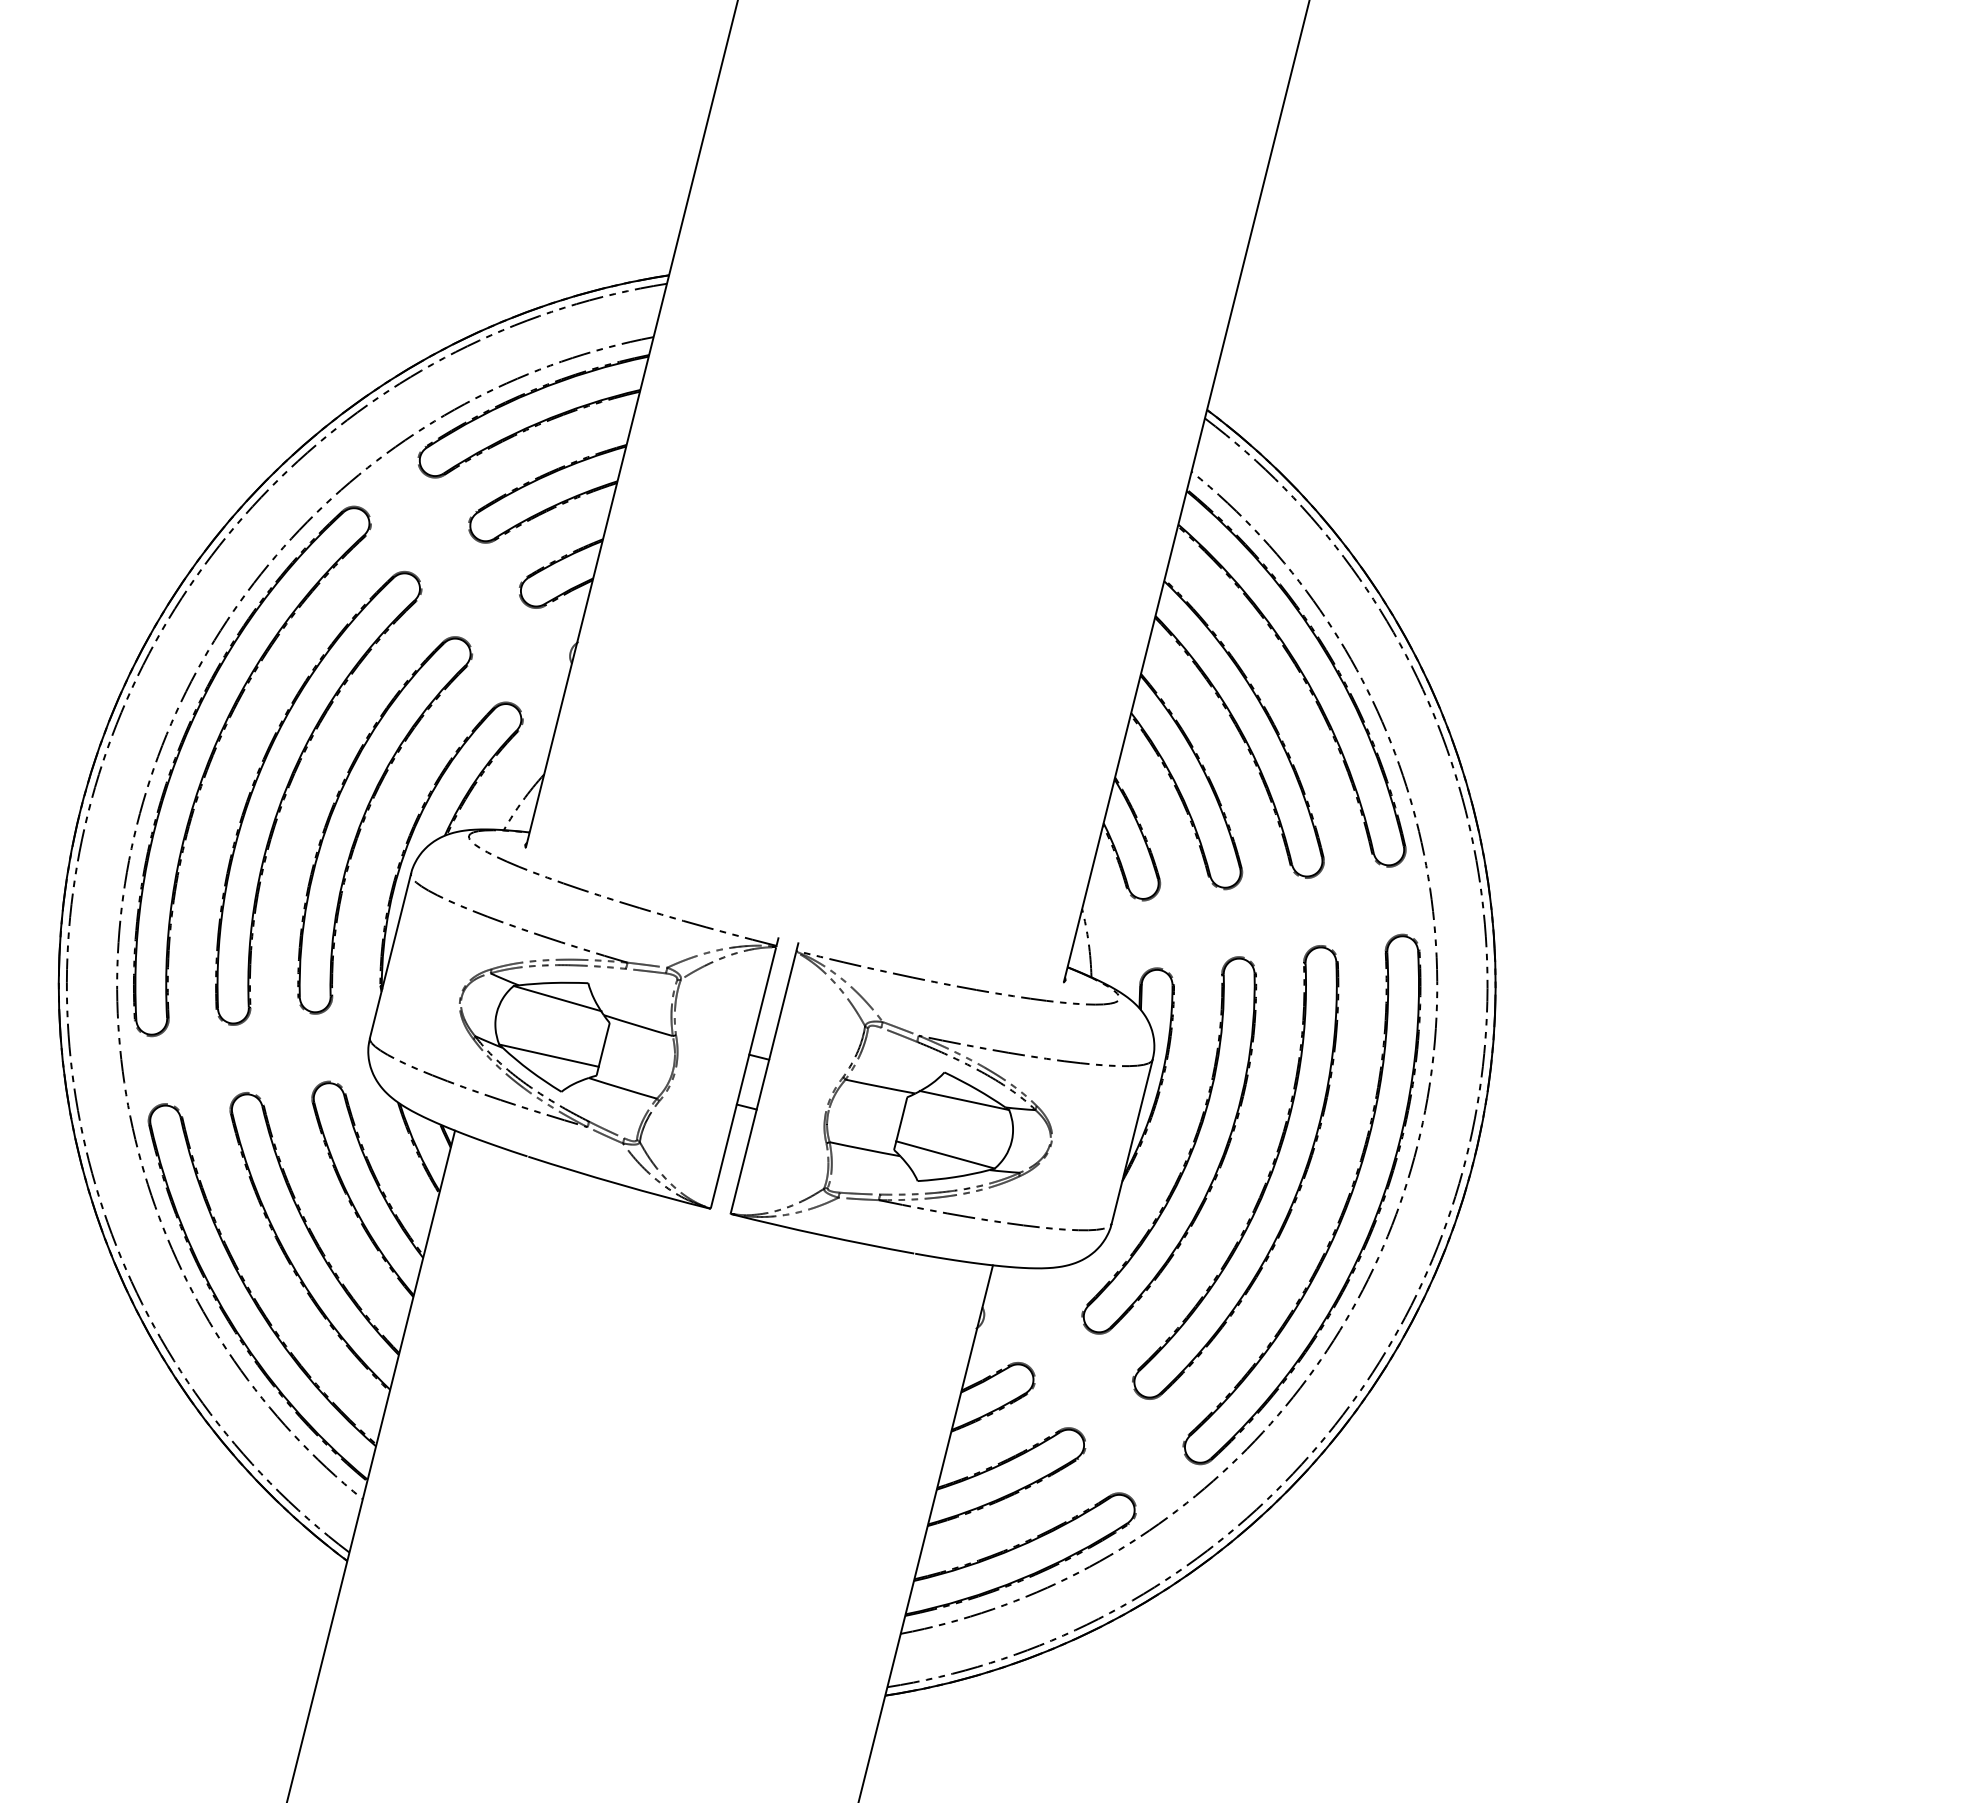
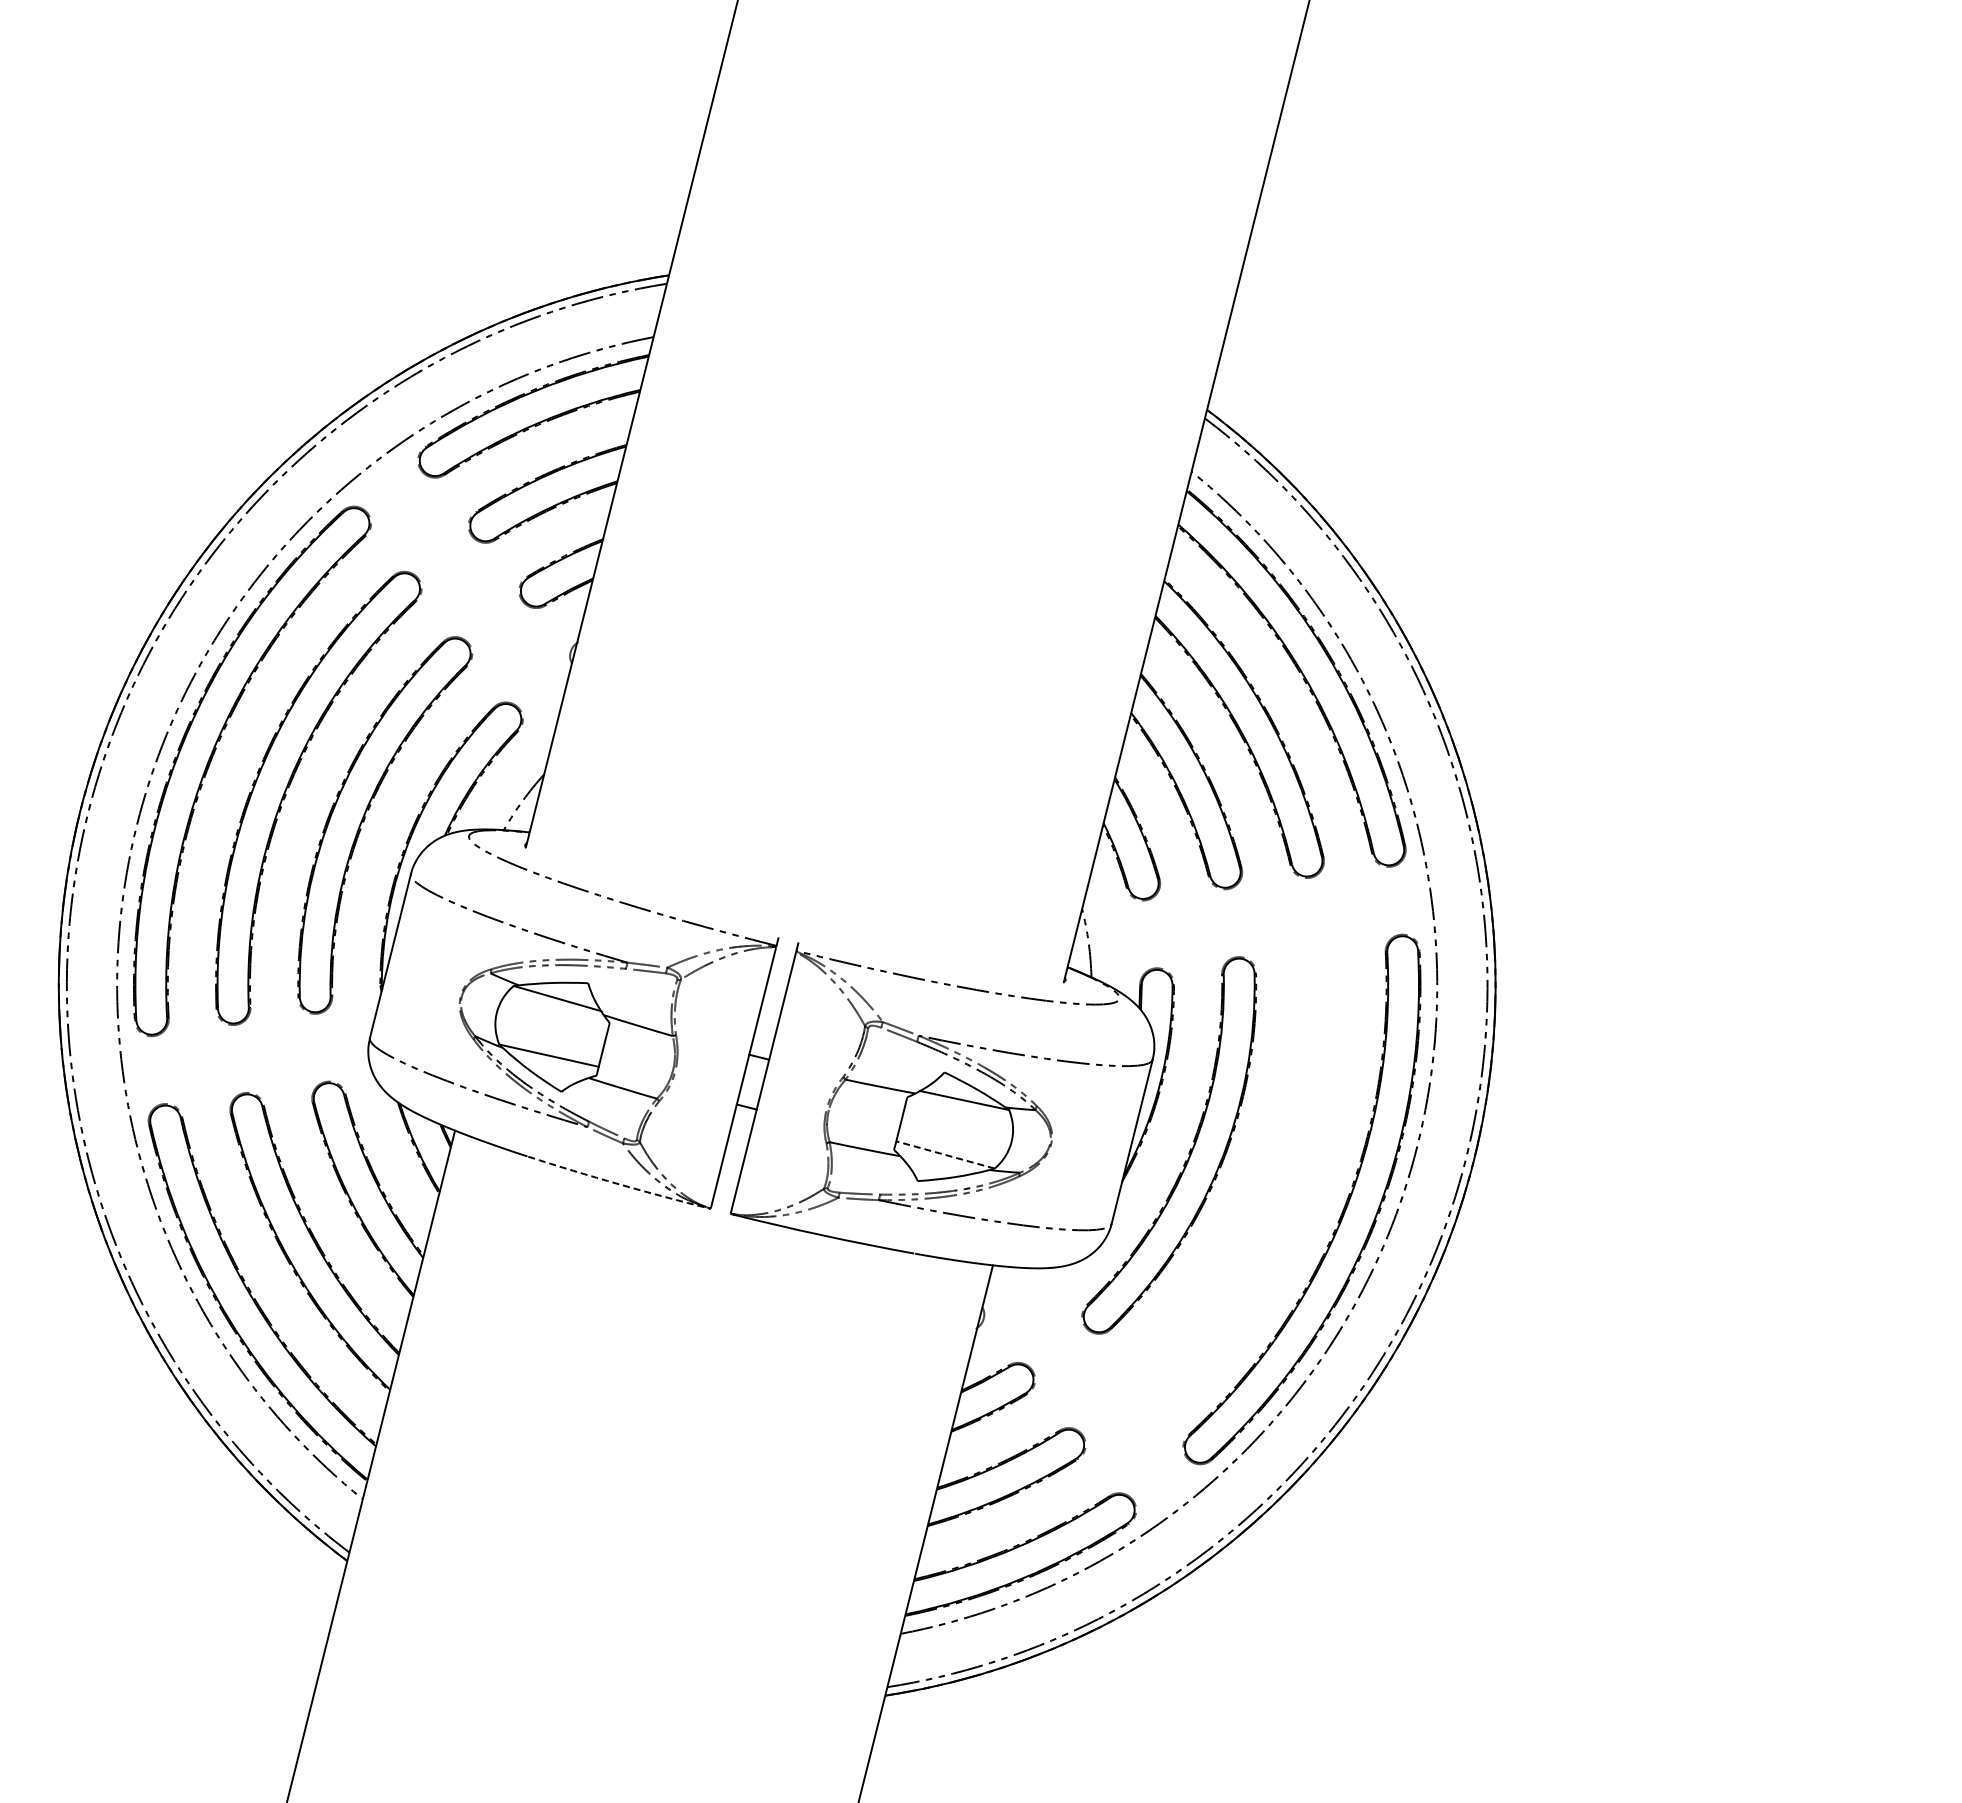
line at (945, 1154): solid -> dashed
part at (1264, 1183): present -> none
arc at (619, 1184): solid -> dashed
